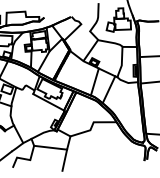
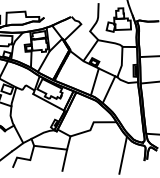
line at (122, 154): none -> present
